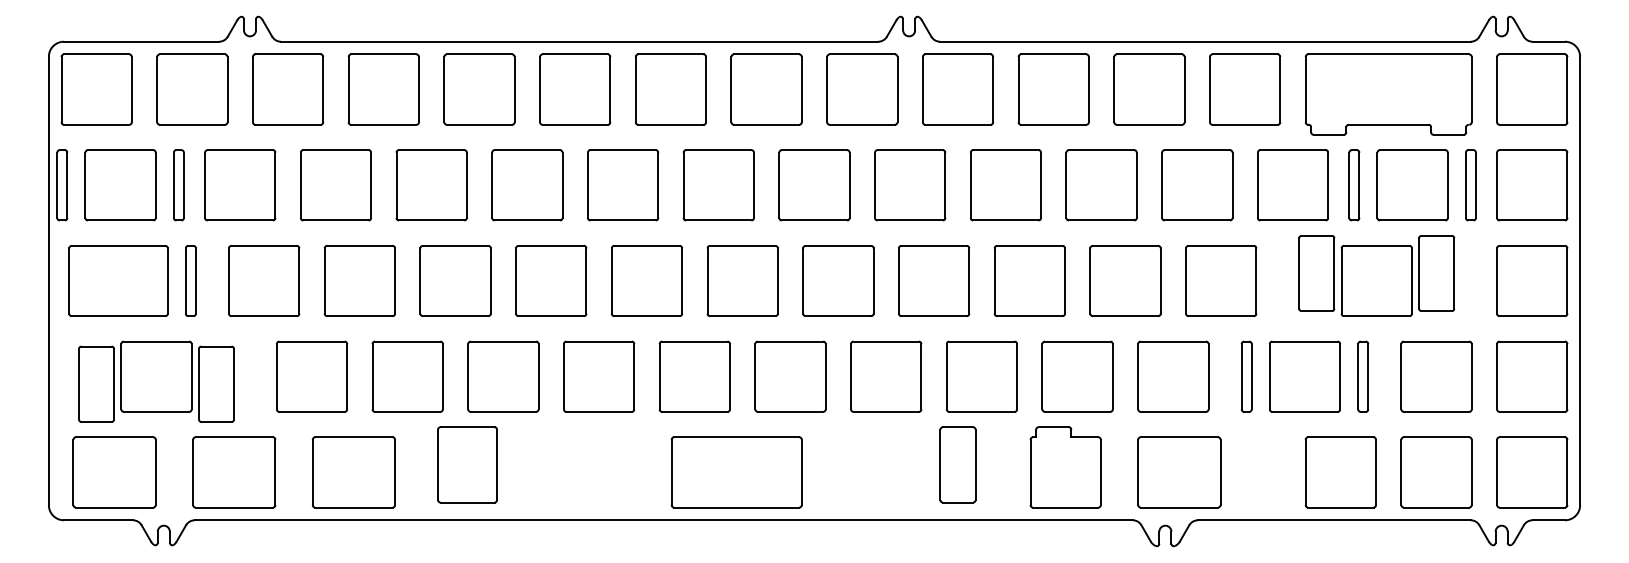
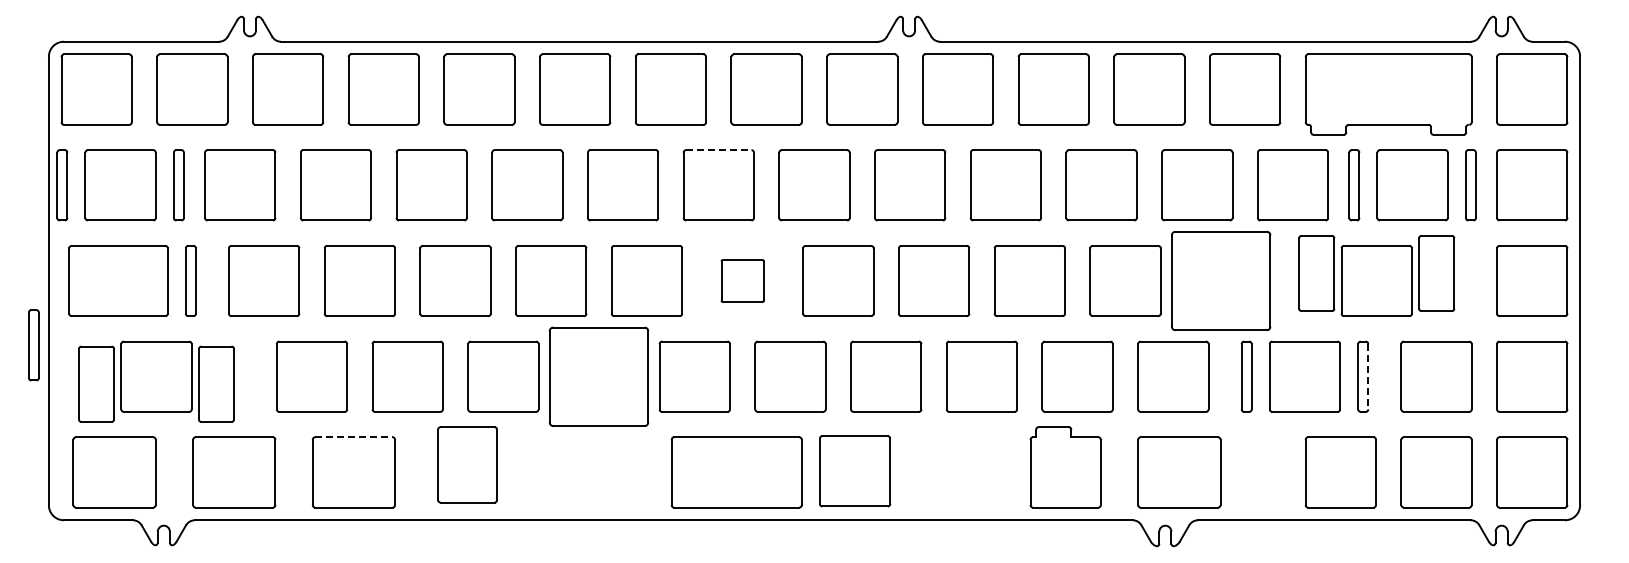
line at (718, 150): solid -> dashed
part at (742, 280) size: 73x72 px -> 45x44 px
part at (1221, 280) size: 73x72 px -> 101x101 px
part at (33, 345): none -> present
part at (599, 376) size: 73x73 px -> 102x101 px
line at (1368, 376): solid -> dashed
line at (353, 437): solid -> dashed
part at (957, 464): present -> none
part at (855, 471): none -> present
